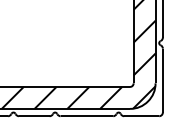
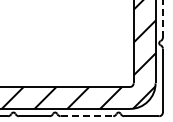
line at (162, 18): solid -> dashed
line at (87, 116): solid -> dashed
